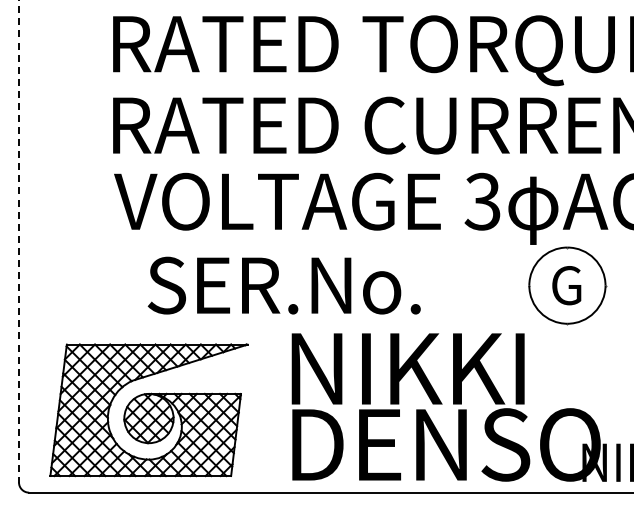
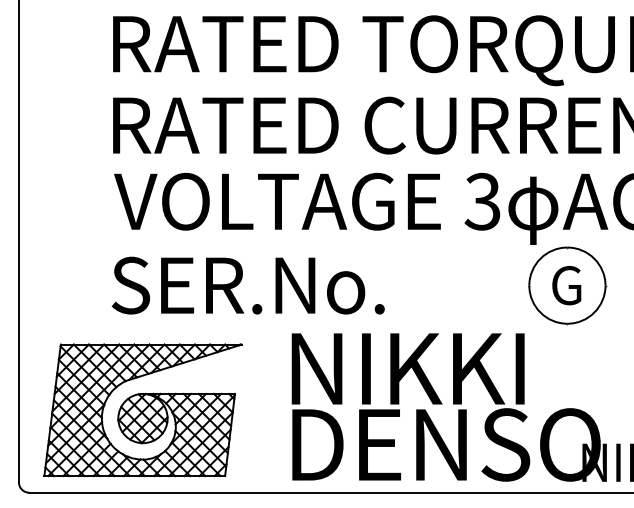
line at (19, 241): dashed -> solid
text at (283, 285) position: (283, 285) -> (247, 285)
part at (148, 410) position: (148, 410) -> (142, 410)
